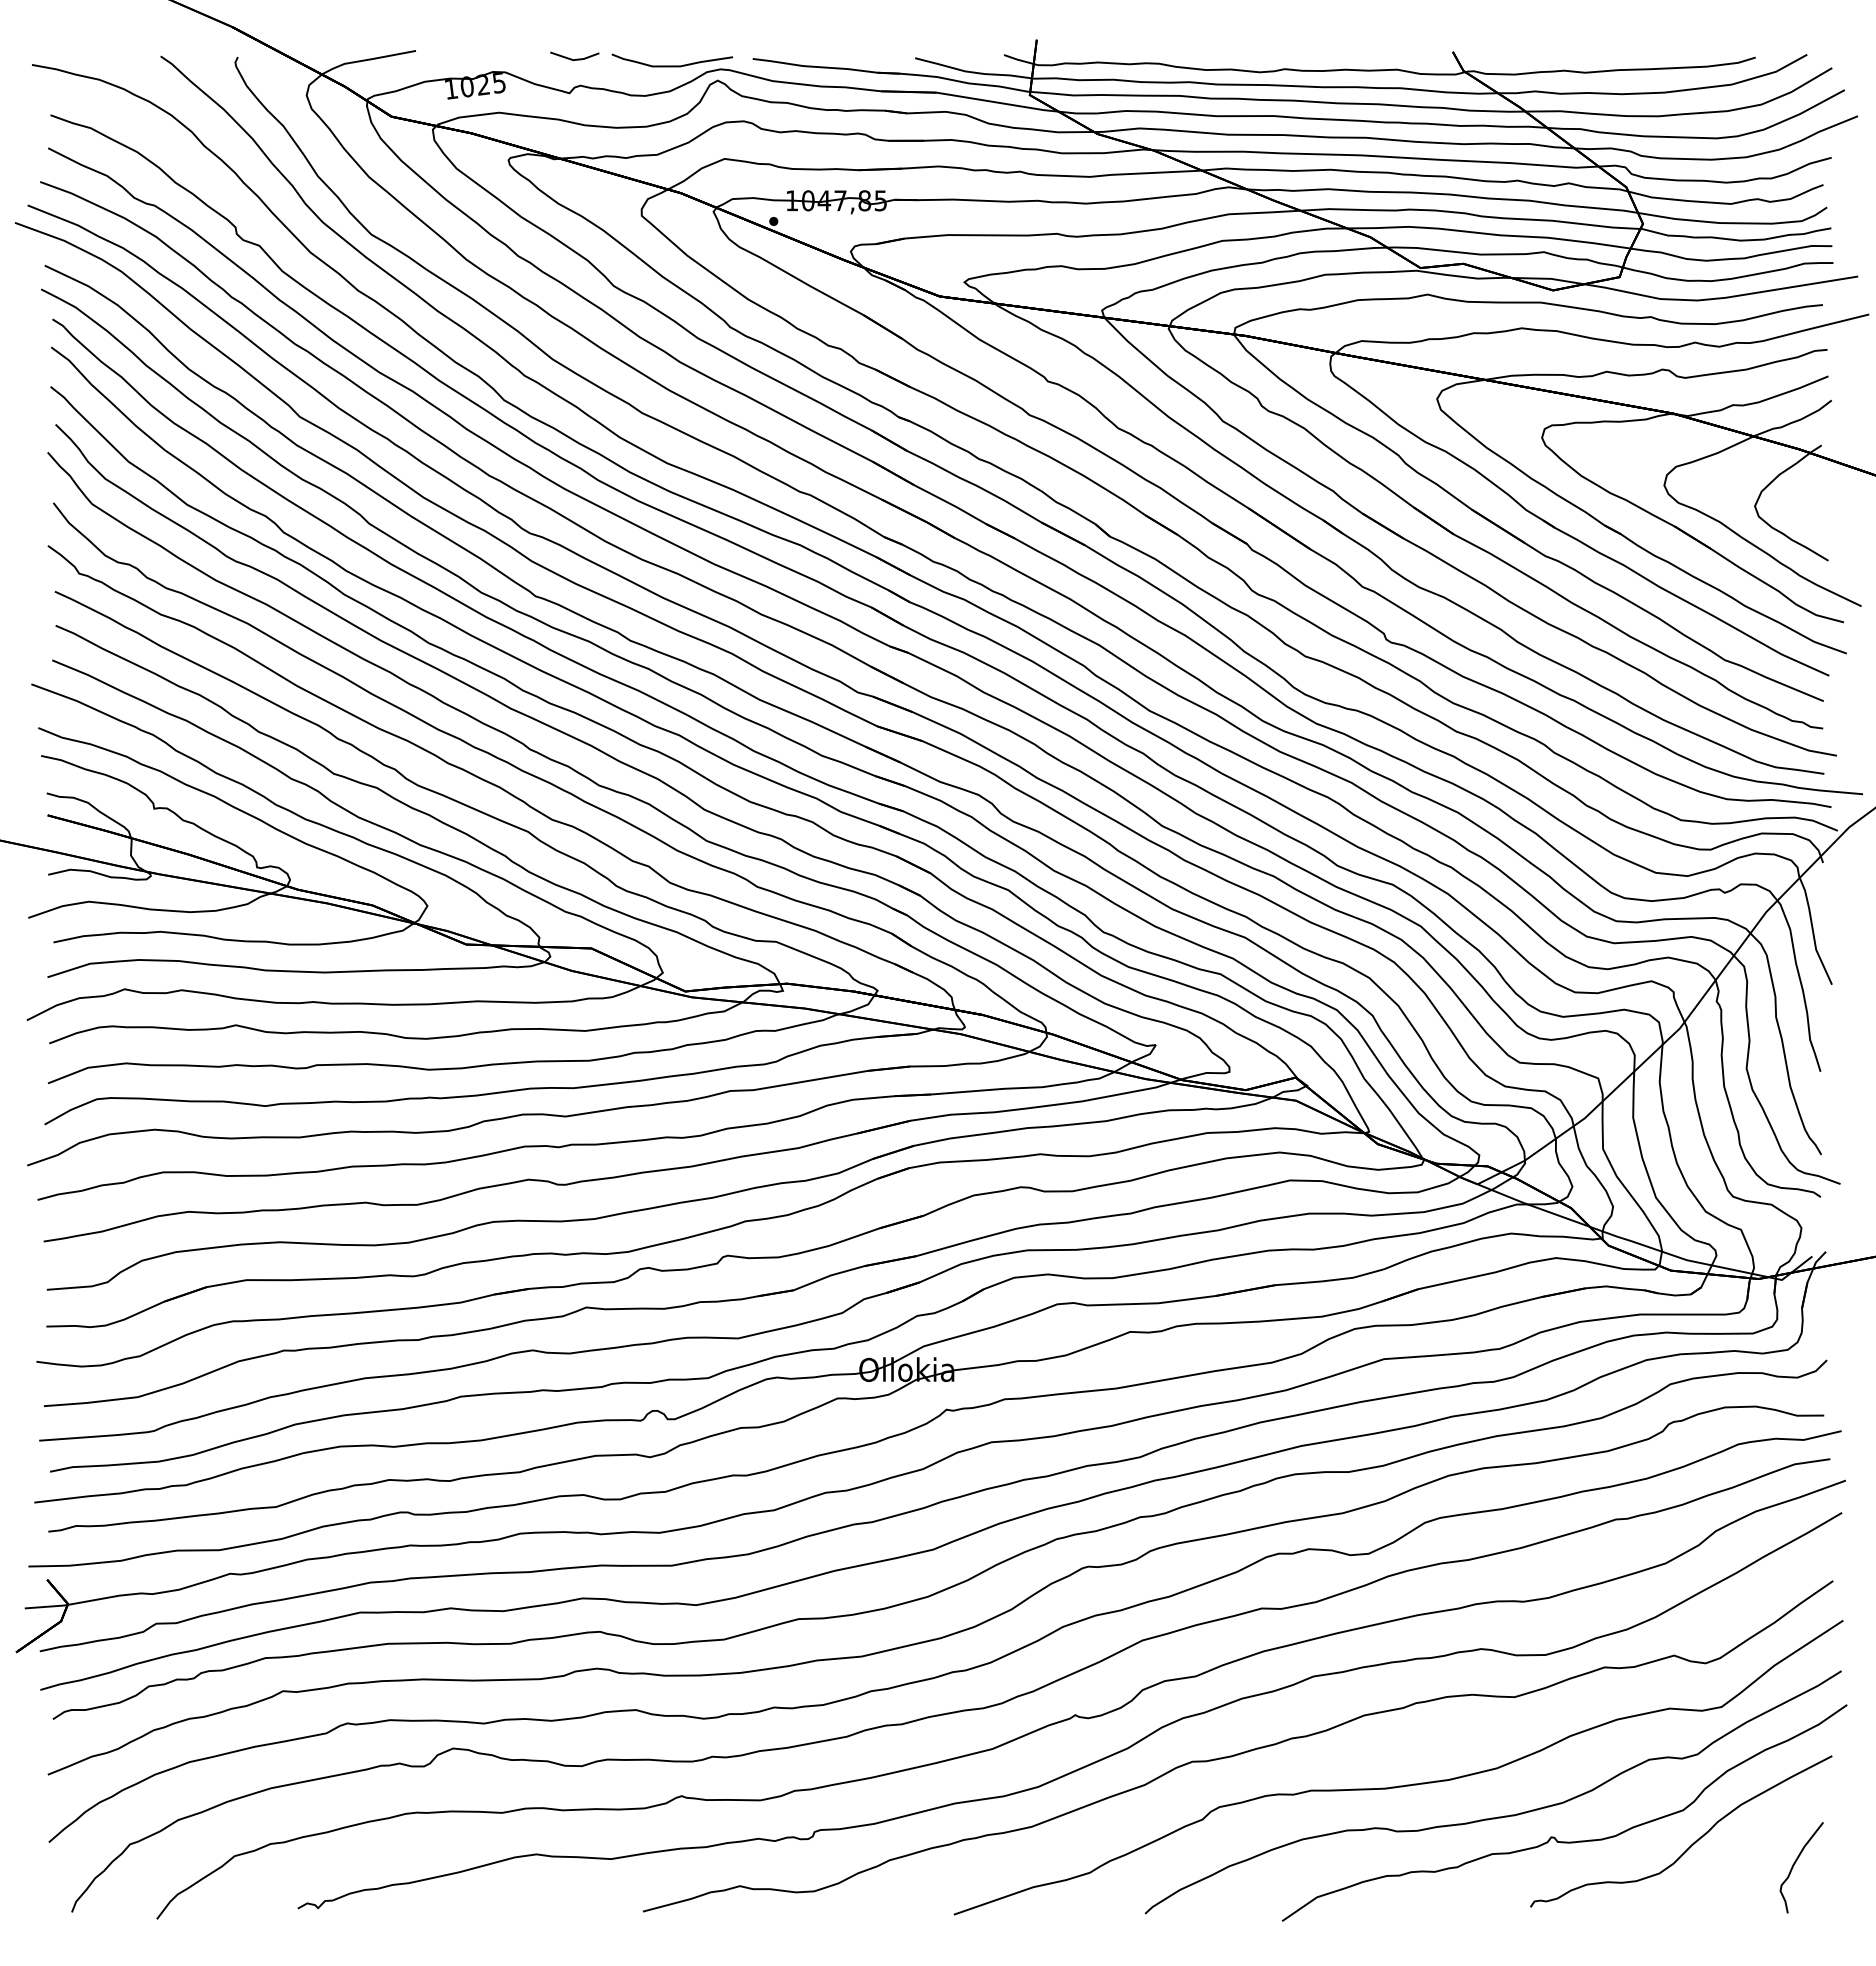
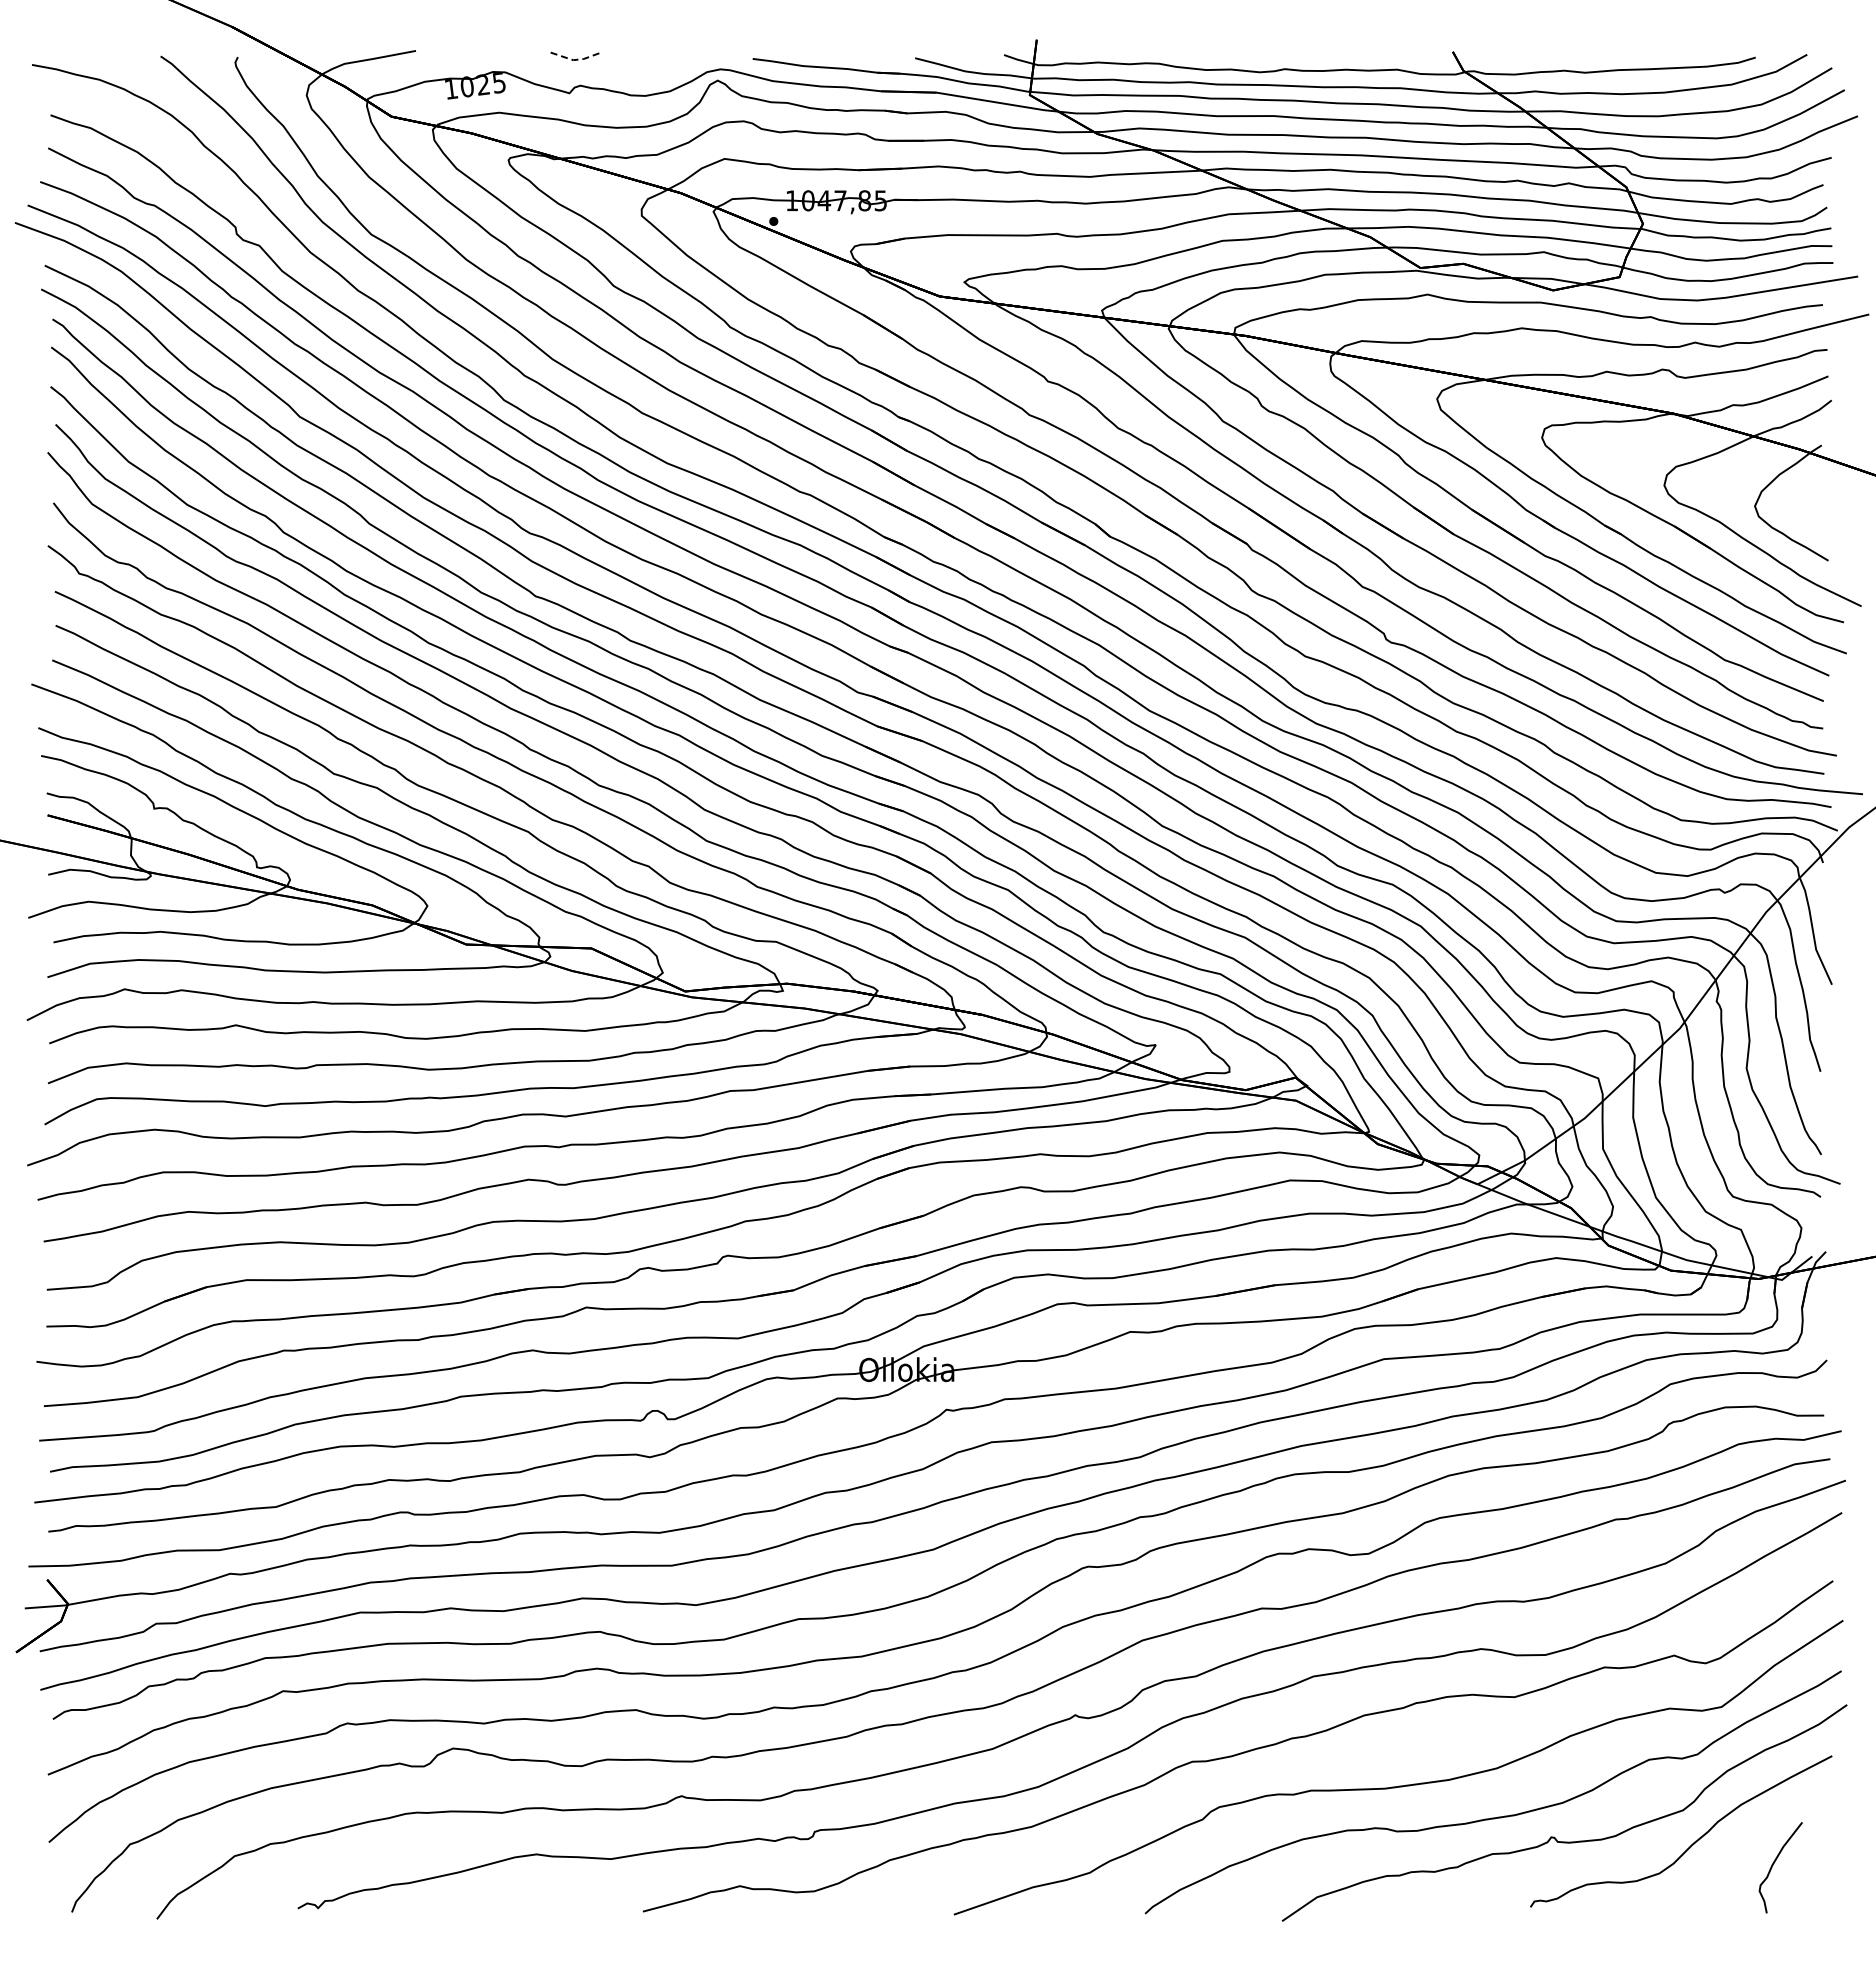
line at (574, 60): solid -> dashed
curve at (671, 65): present -> none
curve at (1796, 1862) position: (1796, 1862) -> (1775, 1862)
